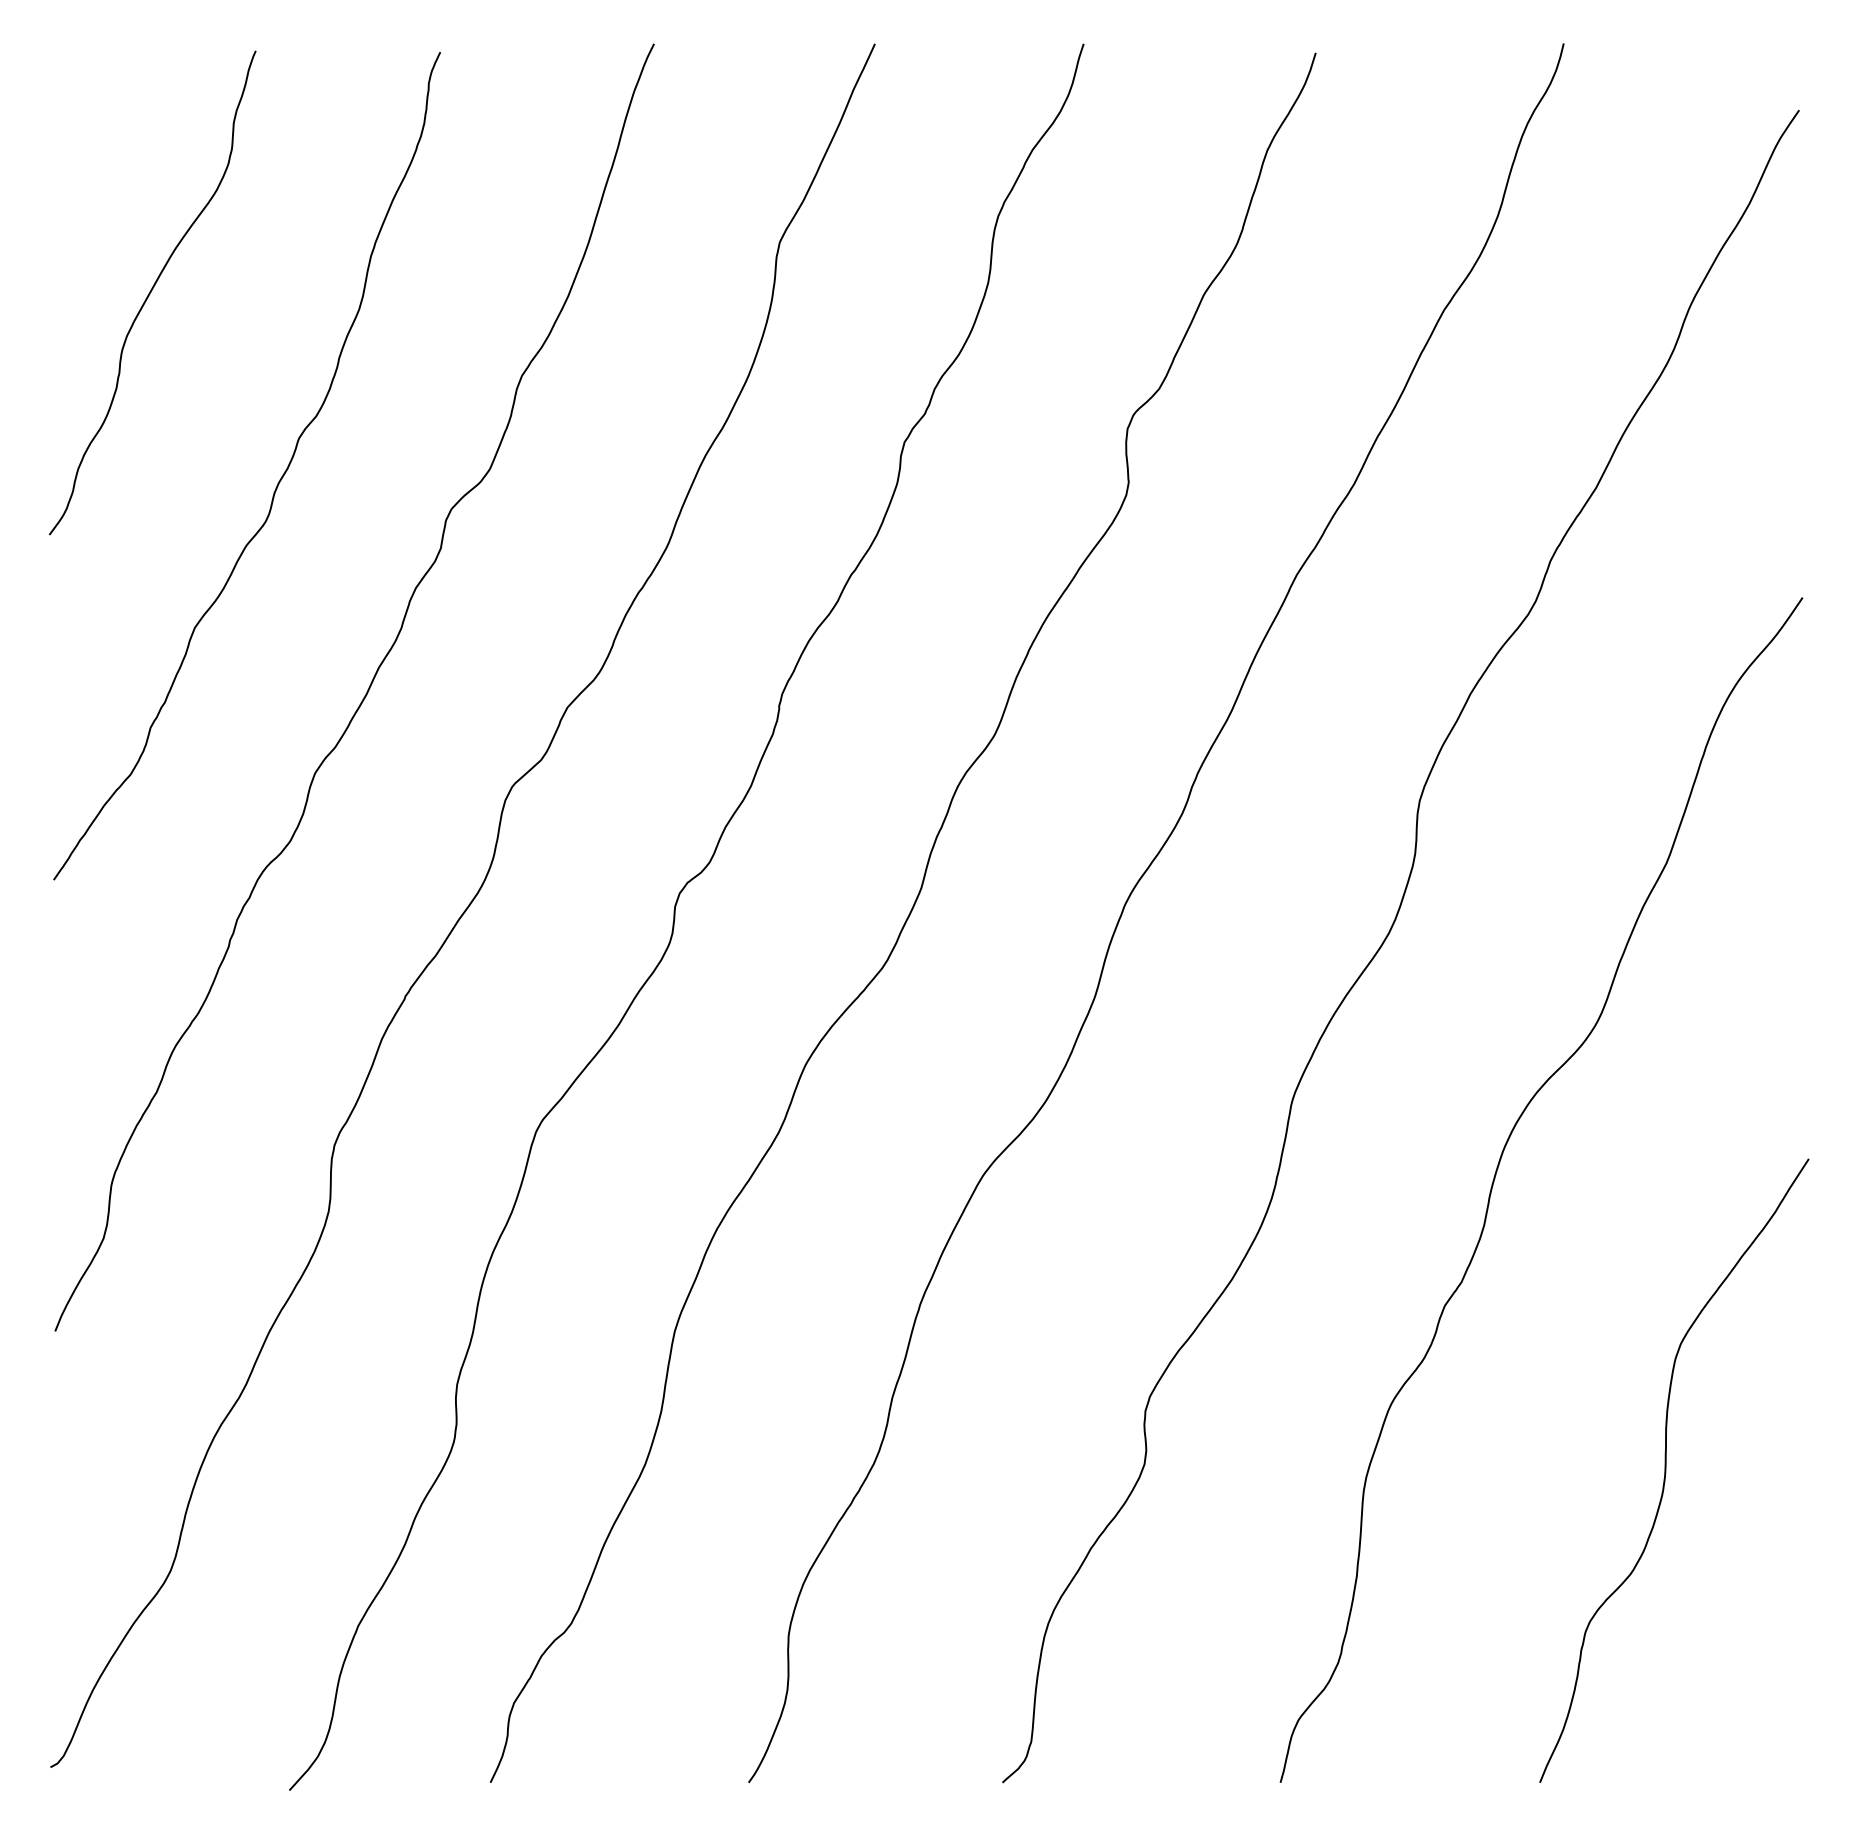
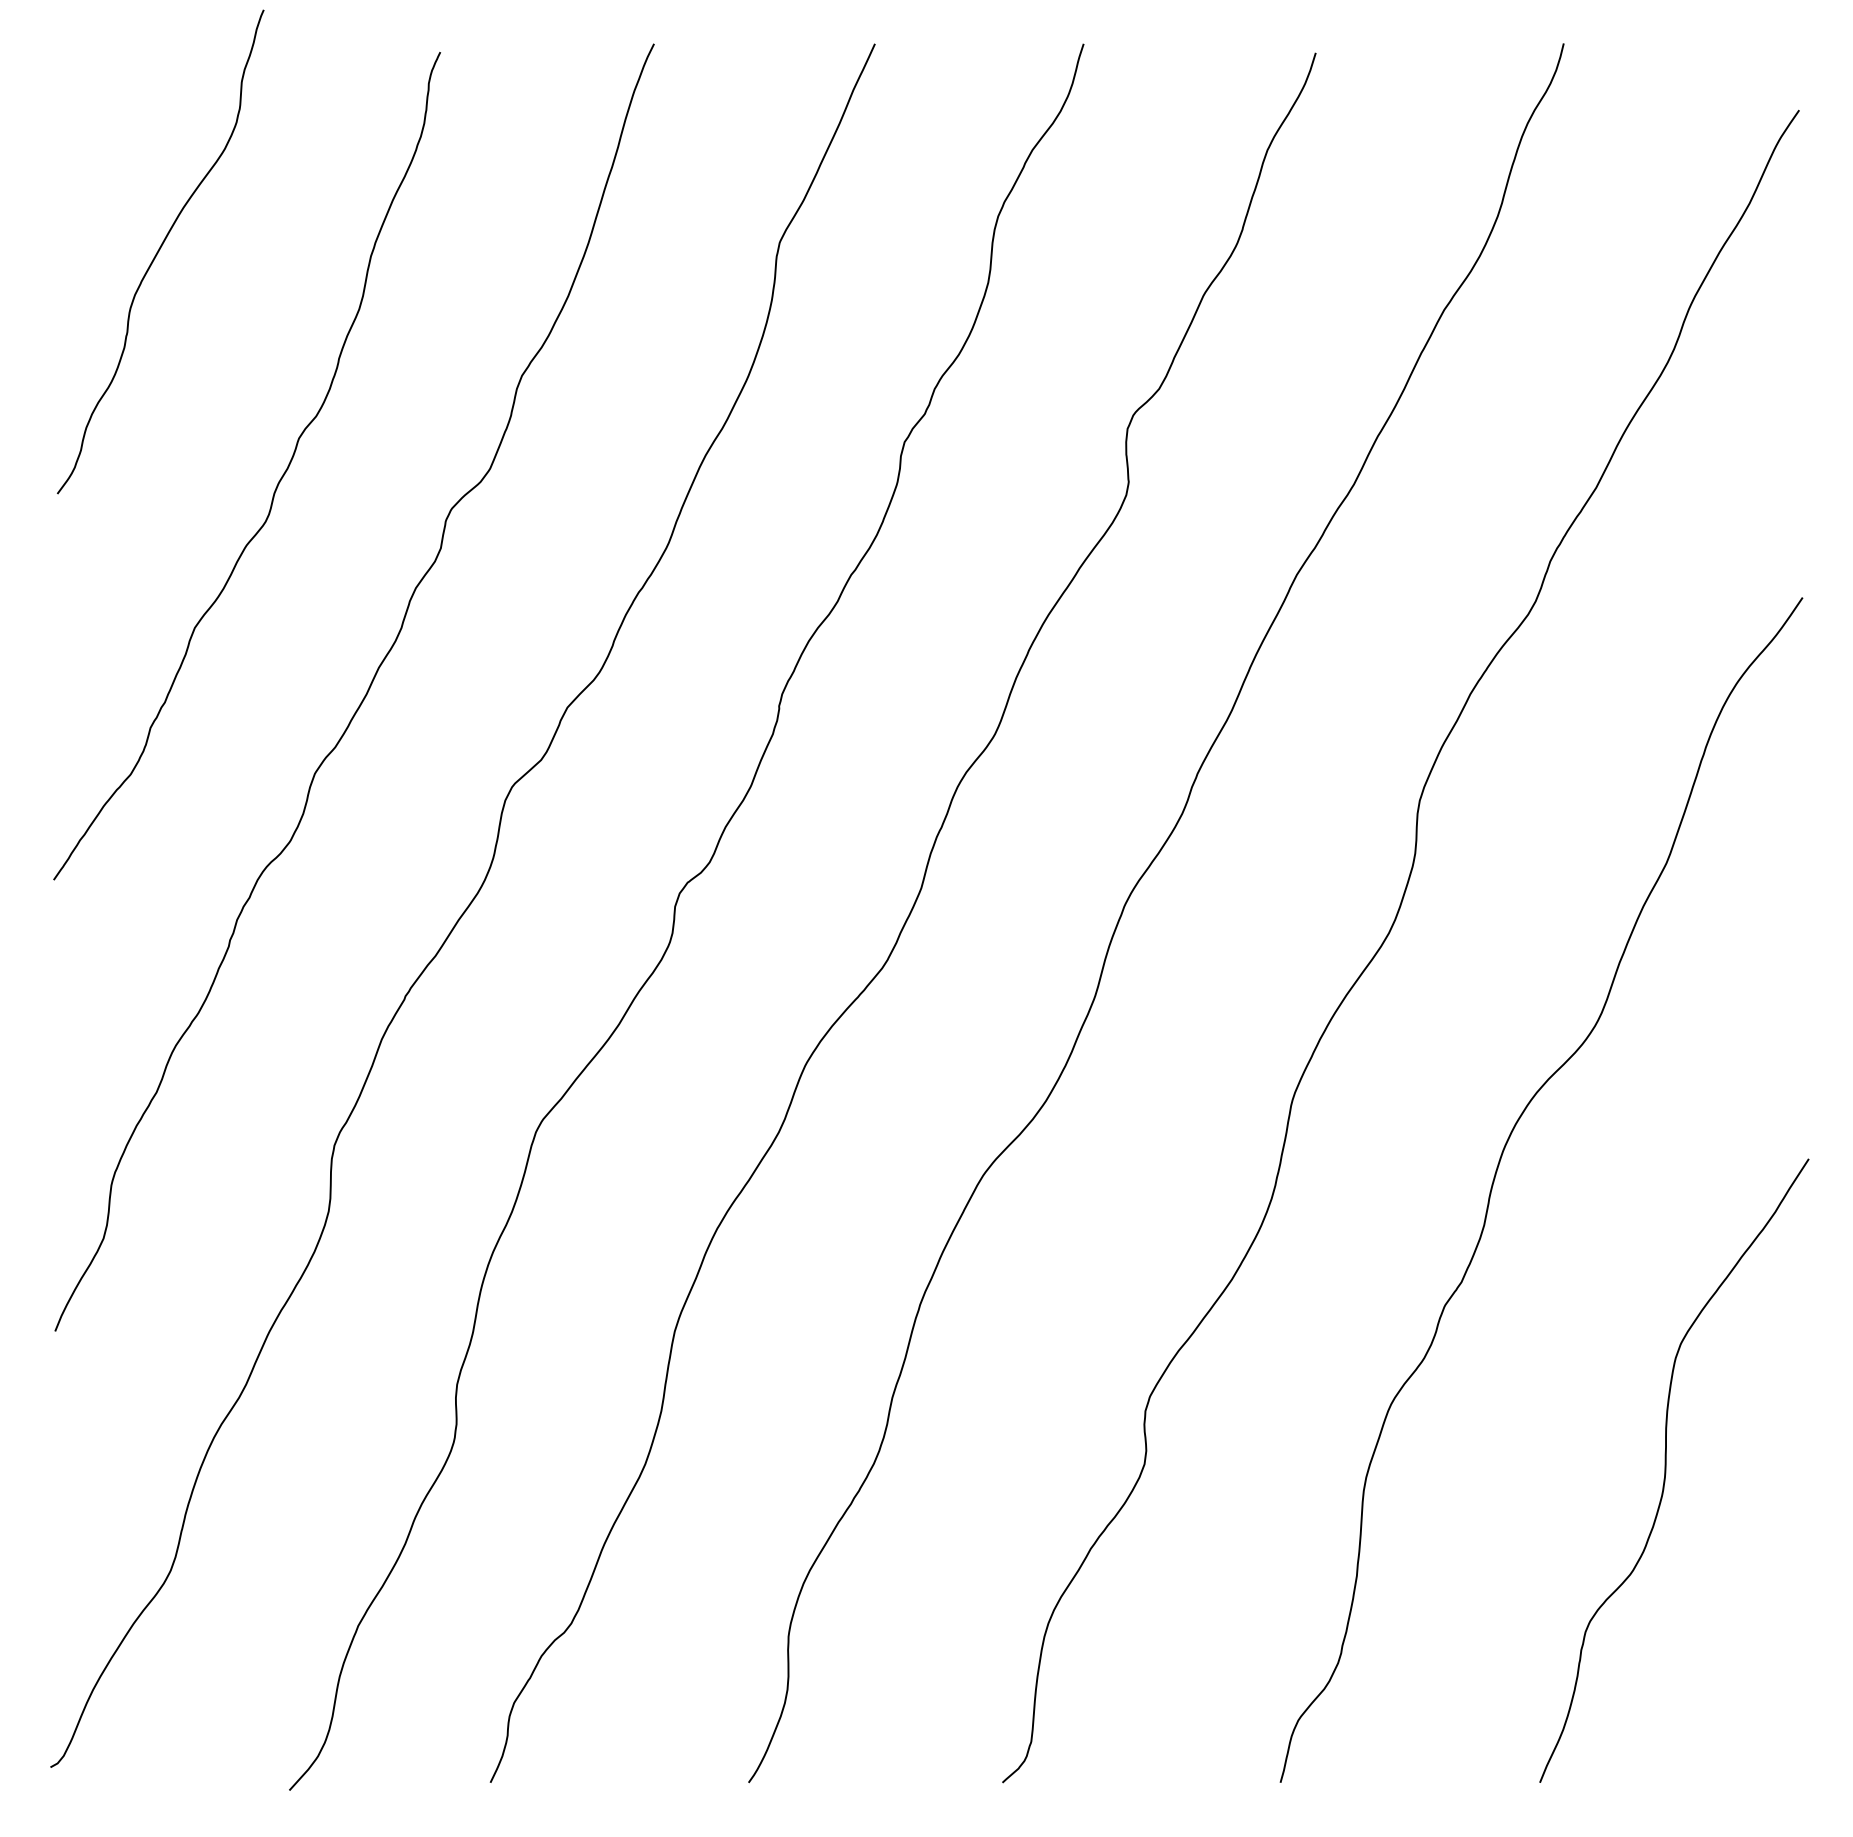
curve at (151, 292) position: (151, 292) -> (159, 251)
